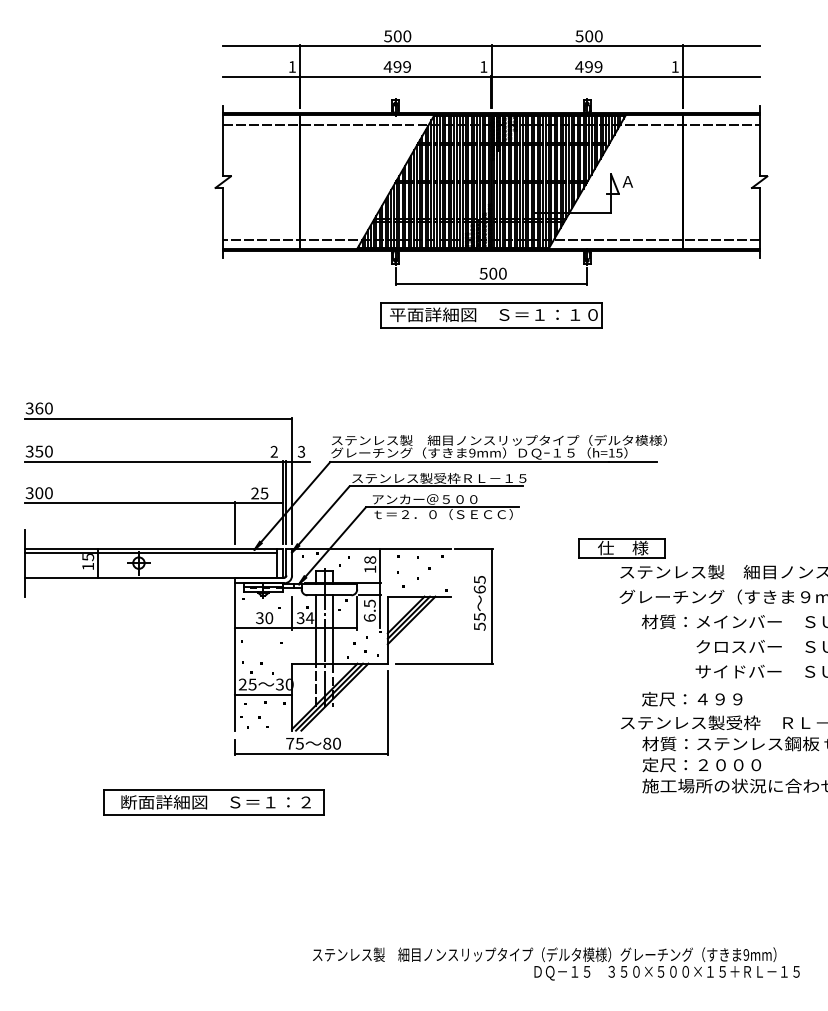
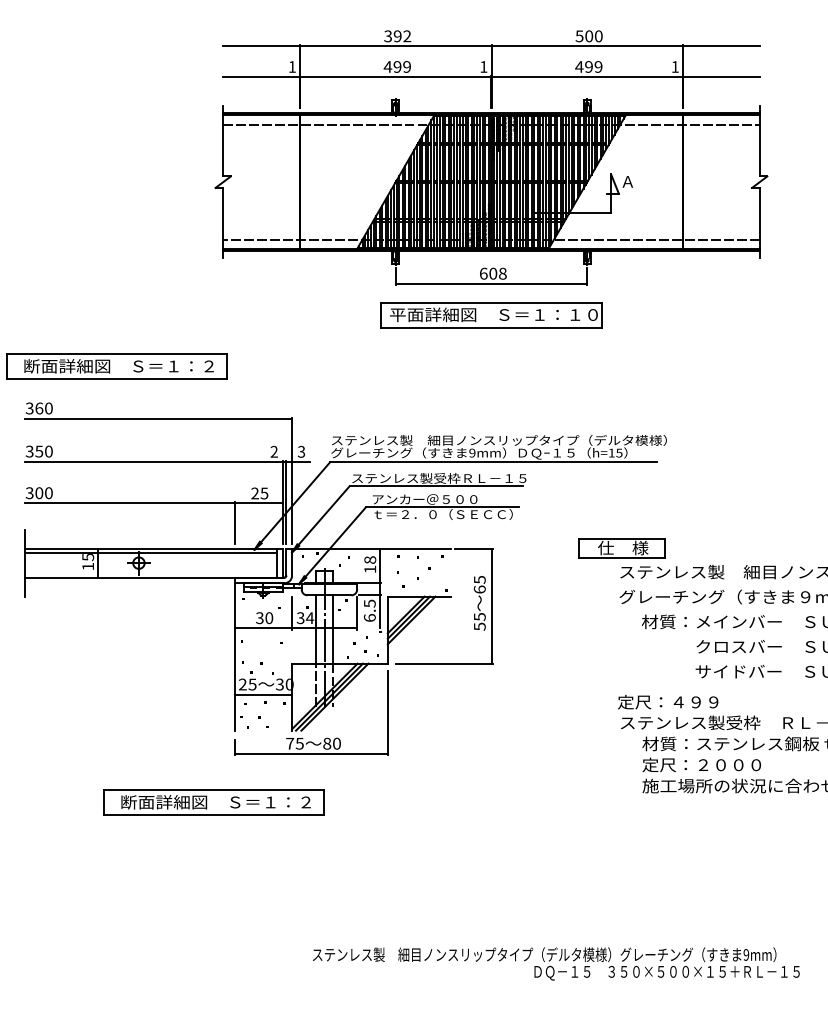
text at (397, 36): 500 -> 392
text at (492, 273): 500 -> 608
part at (116, 366): none -> present
text at (692, 699) position: (692, 699) -> (668, 702)
